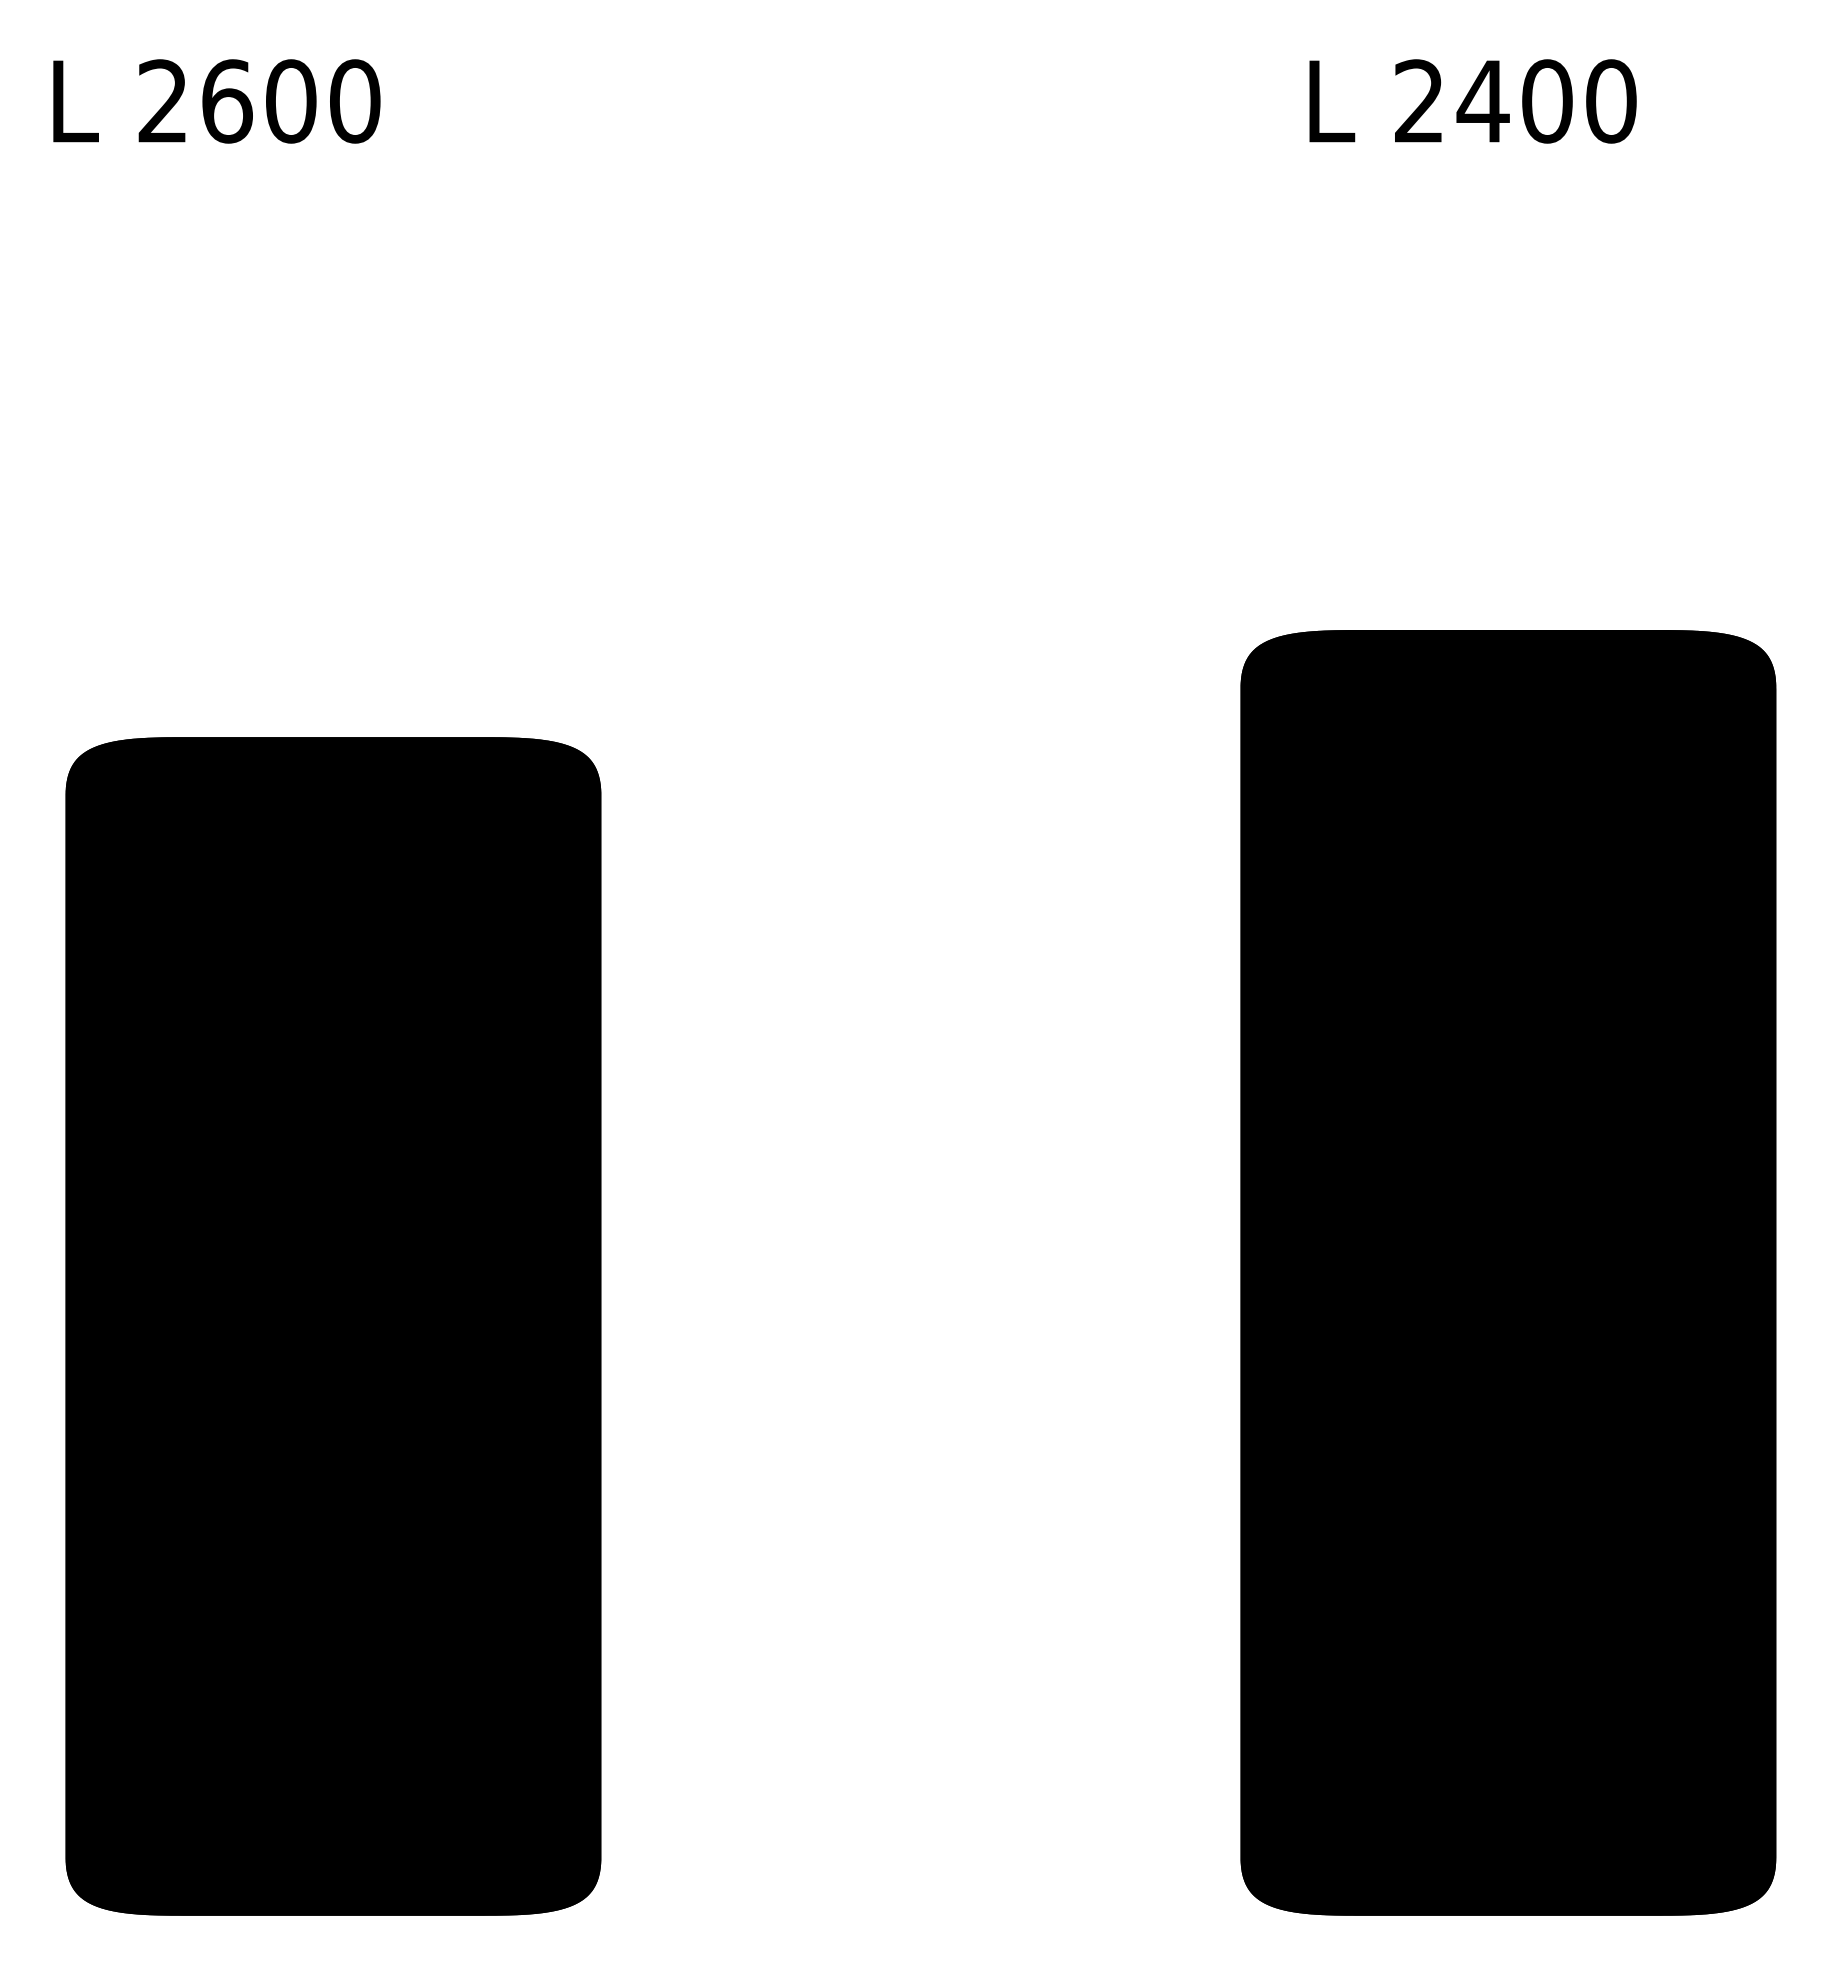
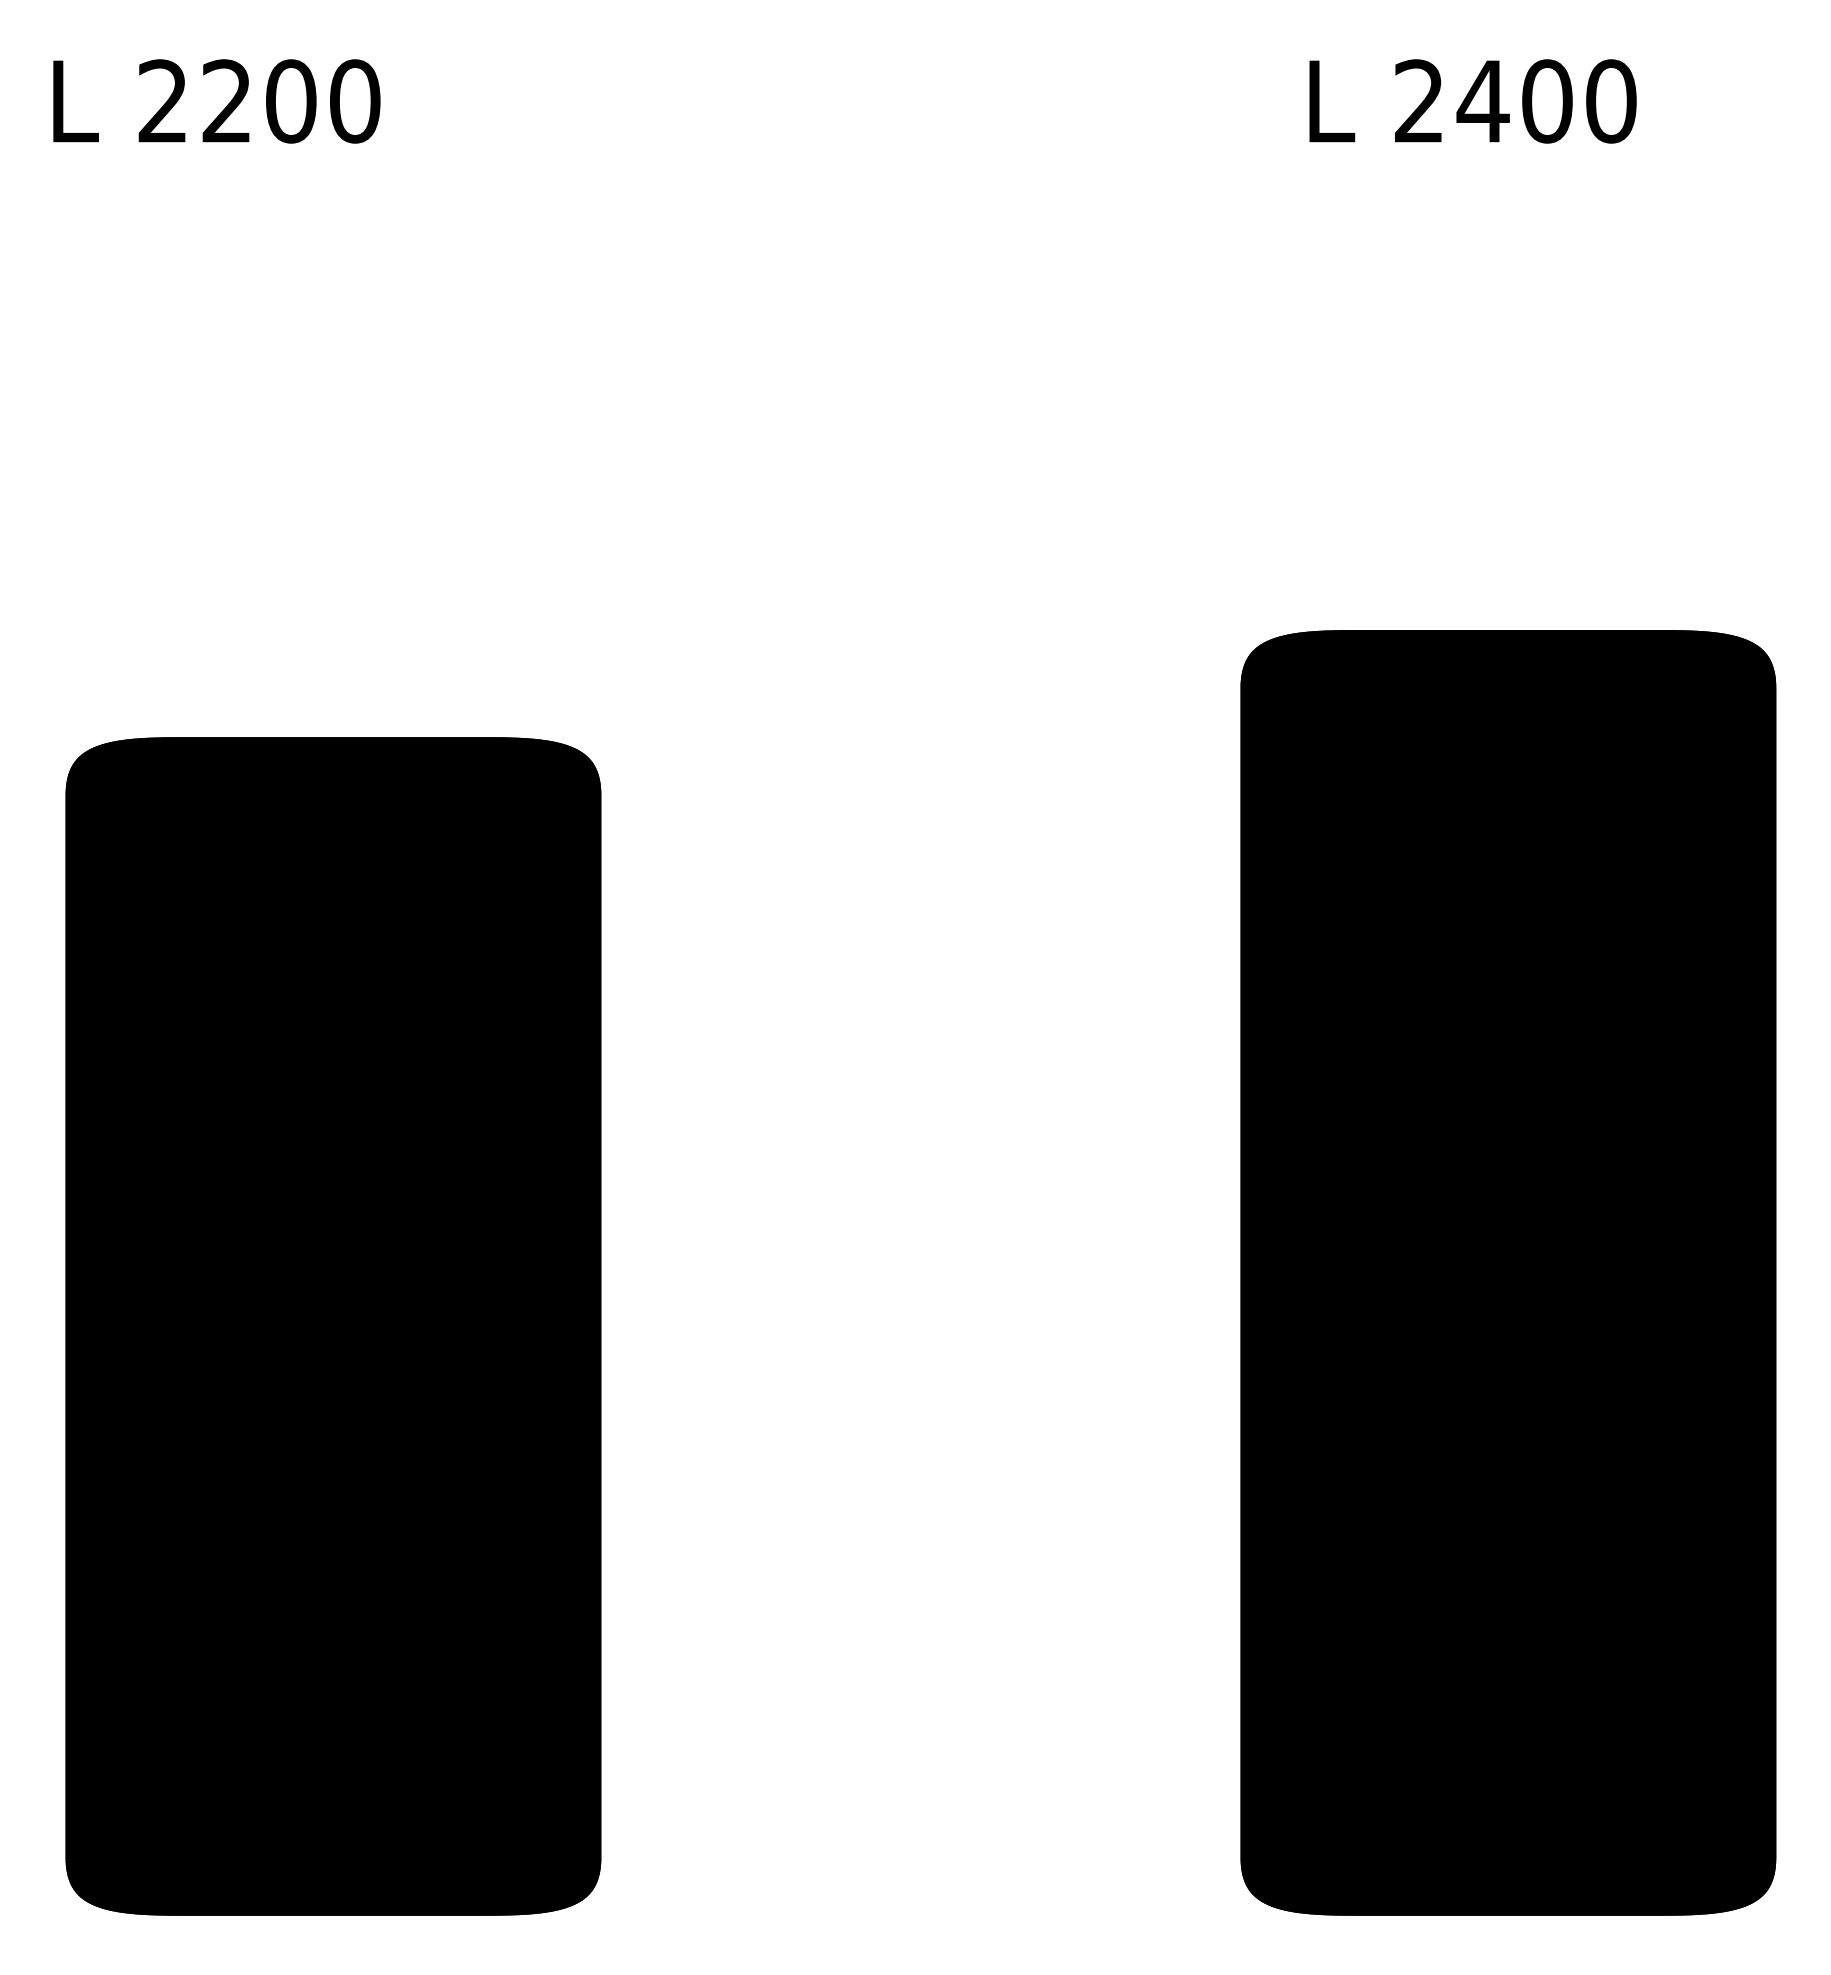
text at (227, 101): 2600 -> 2200
